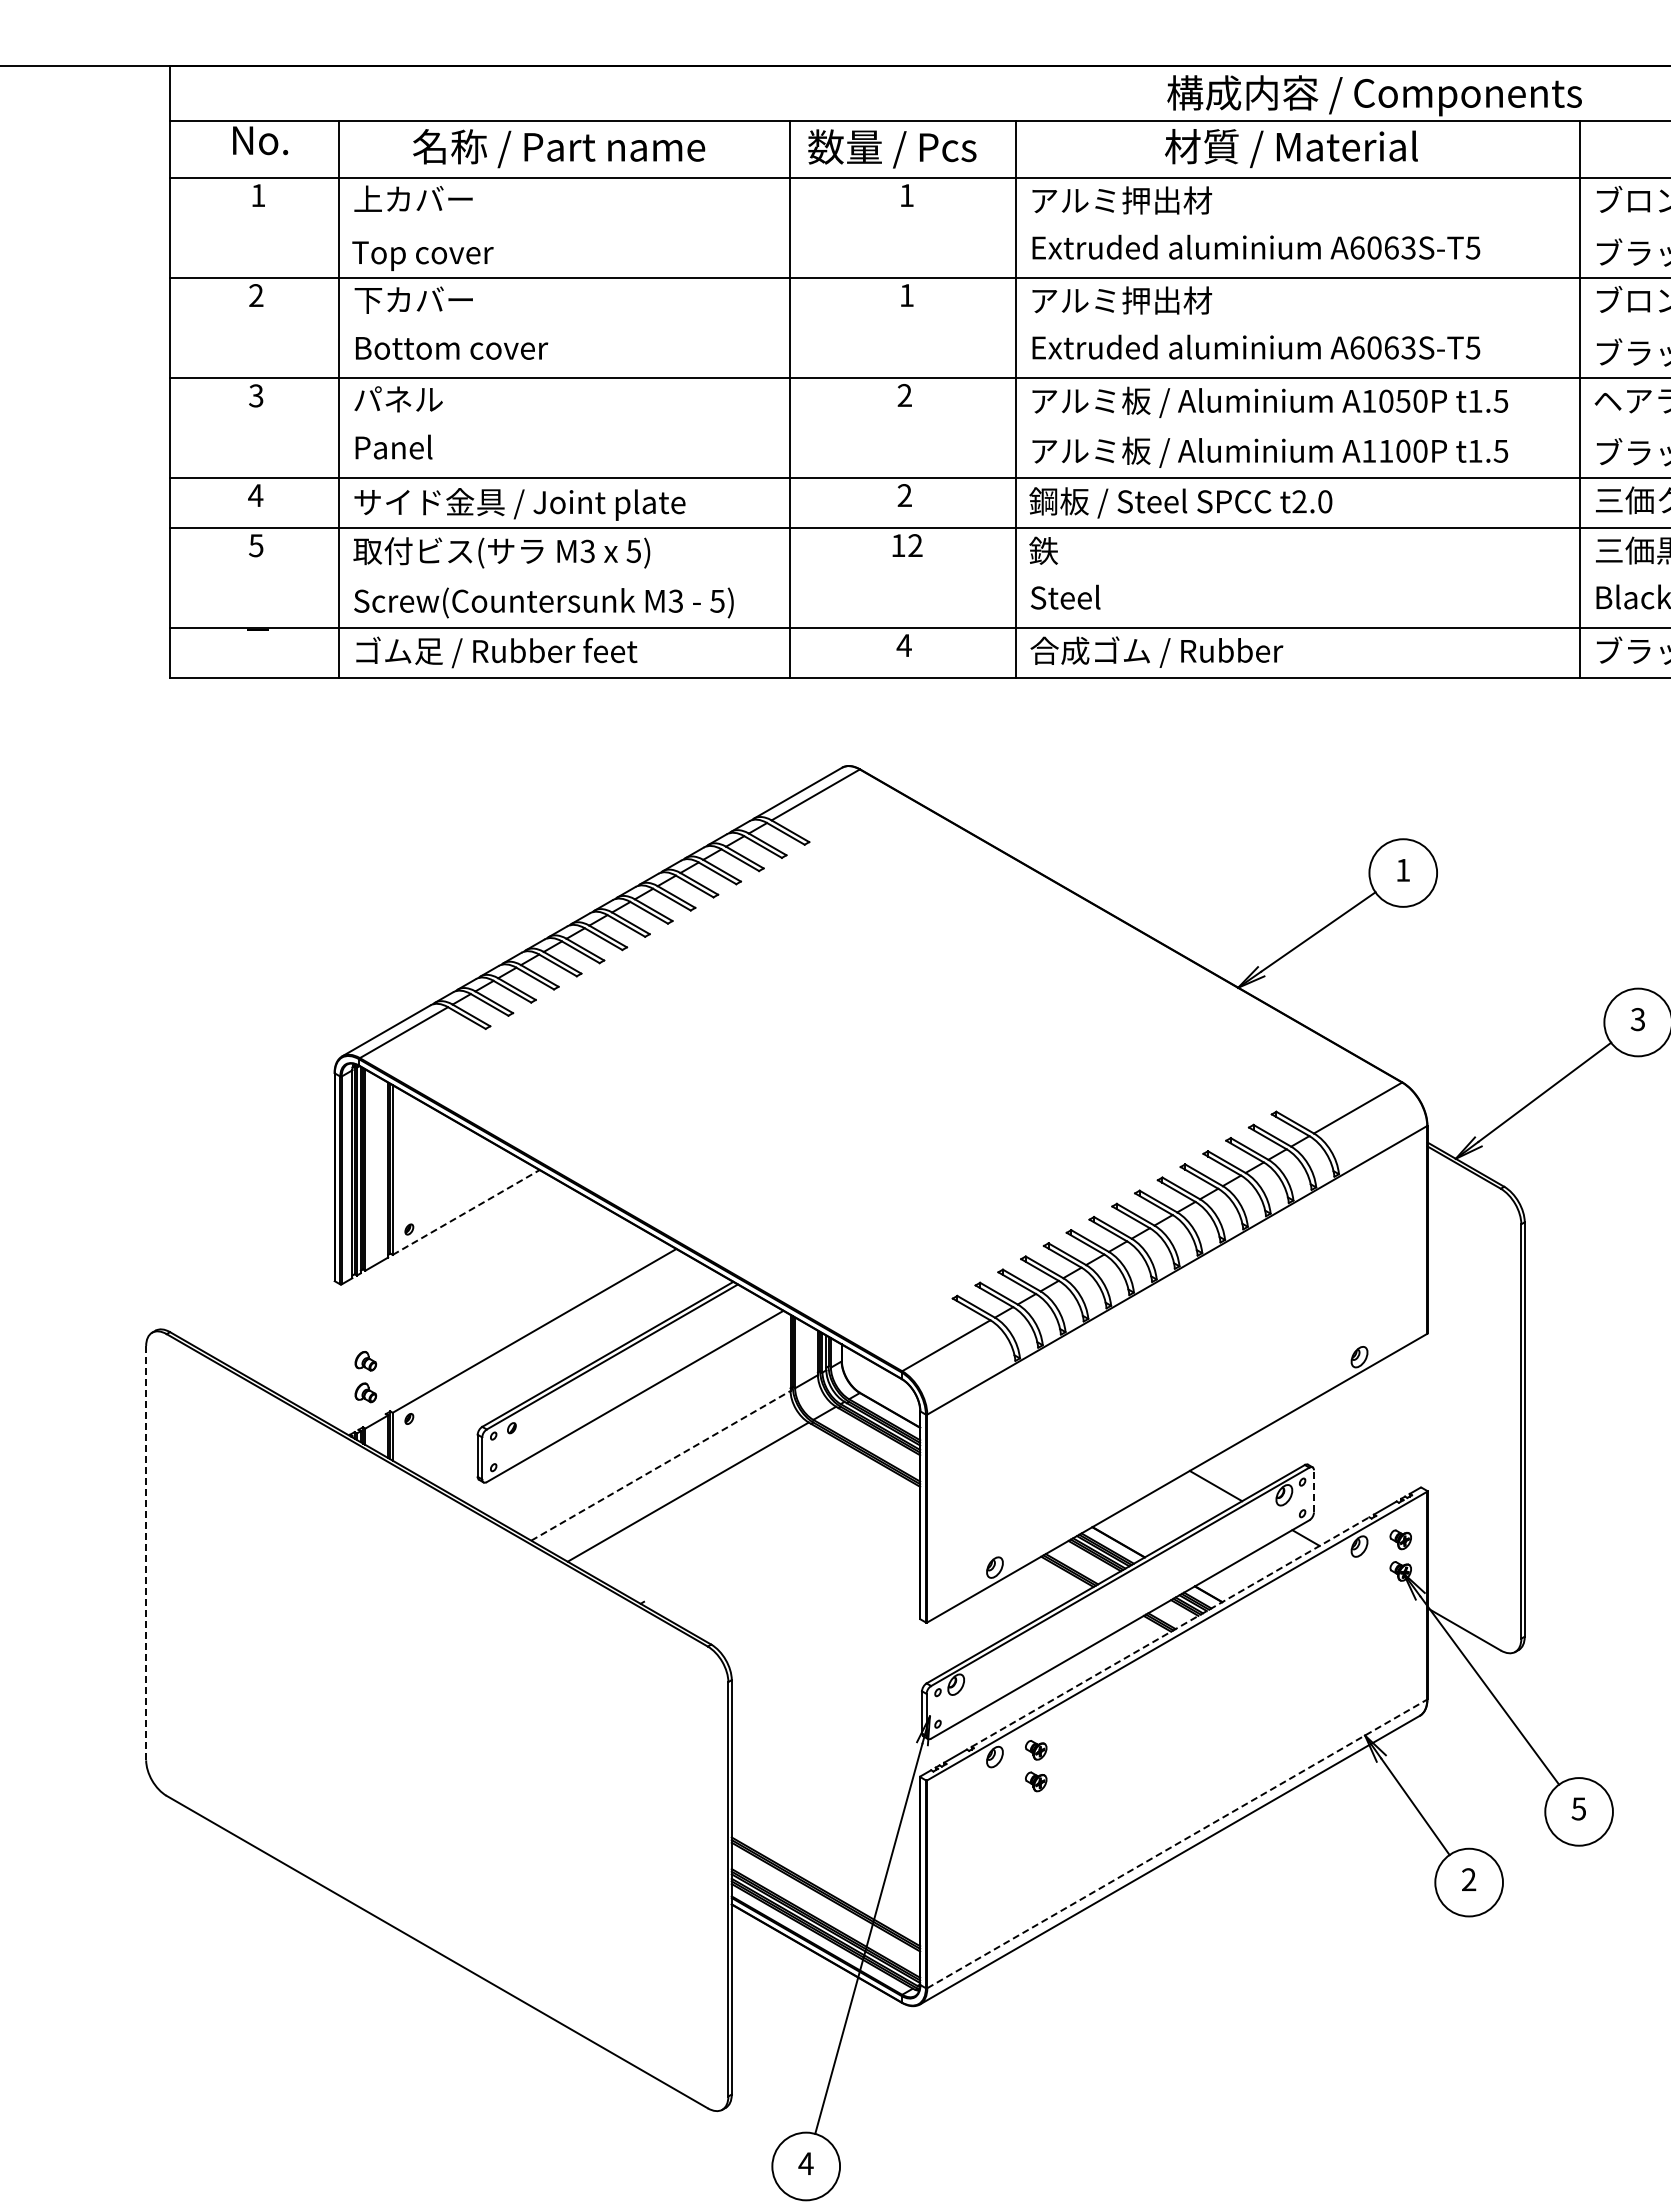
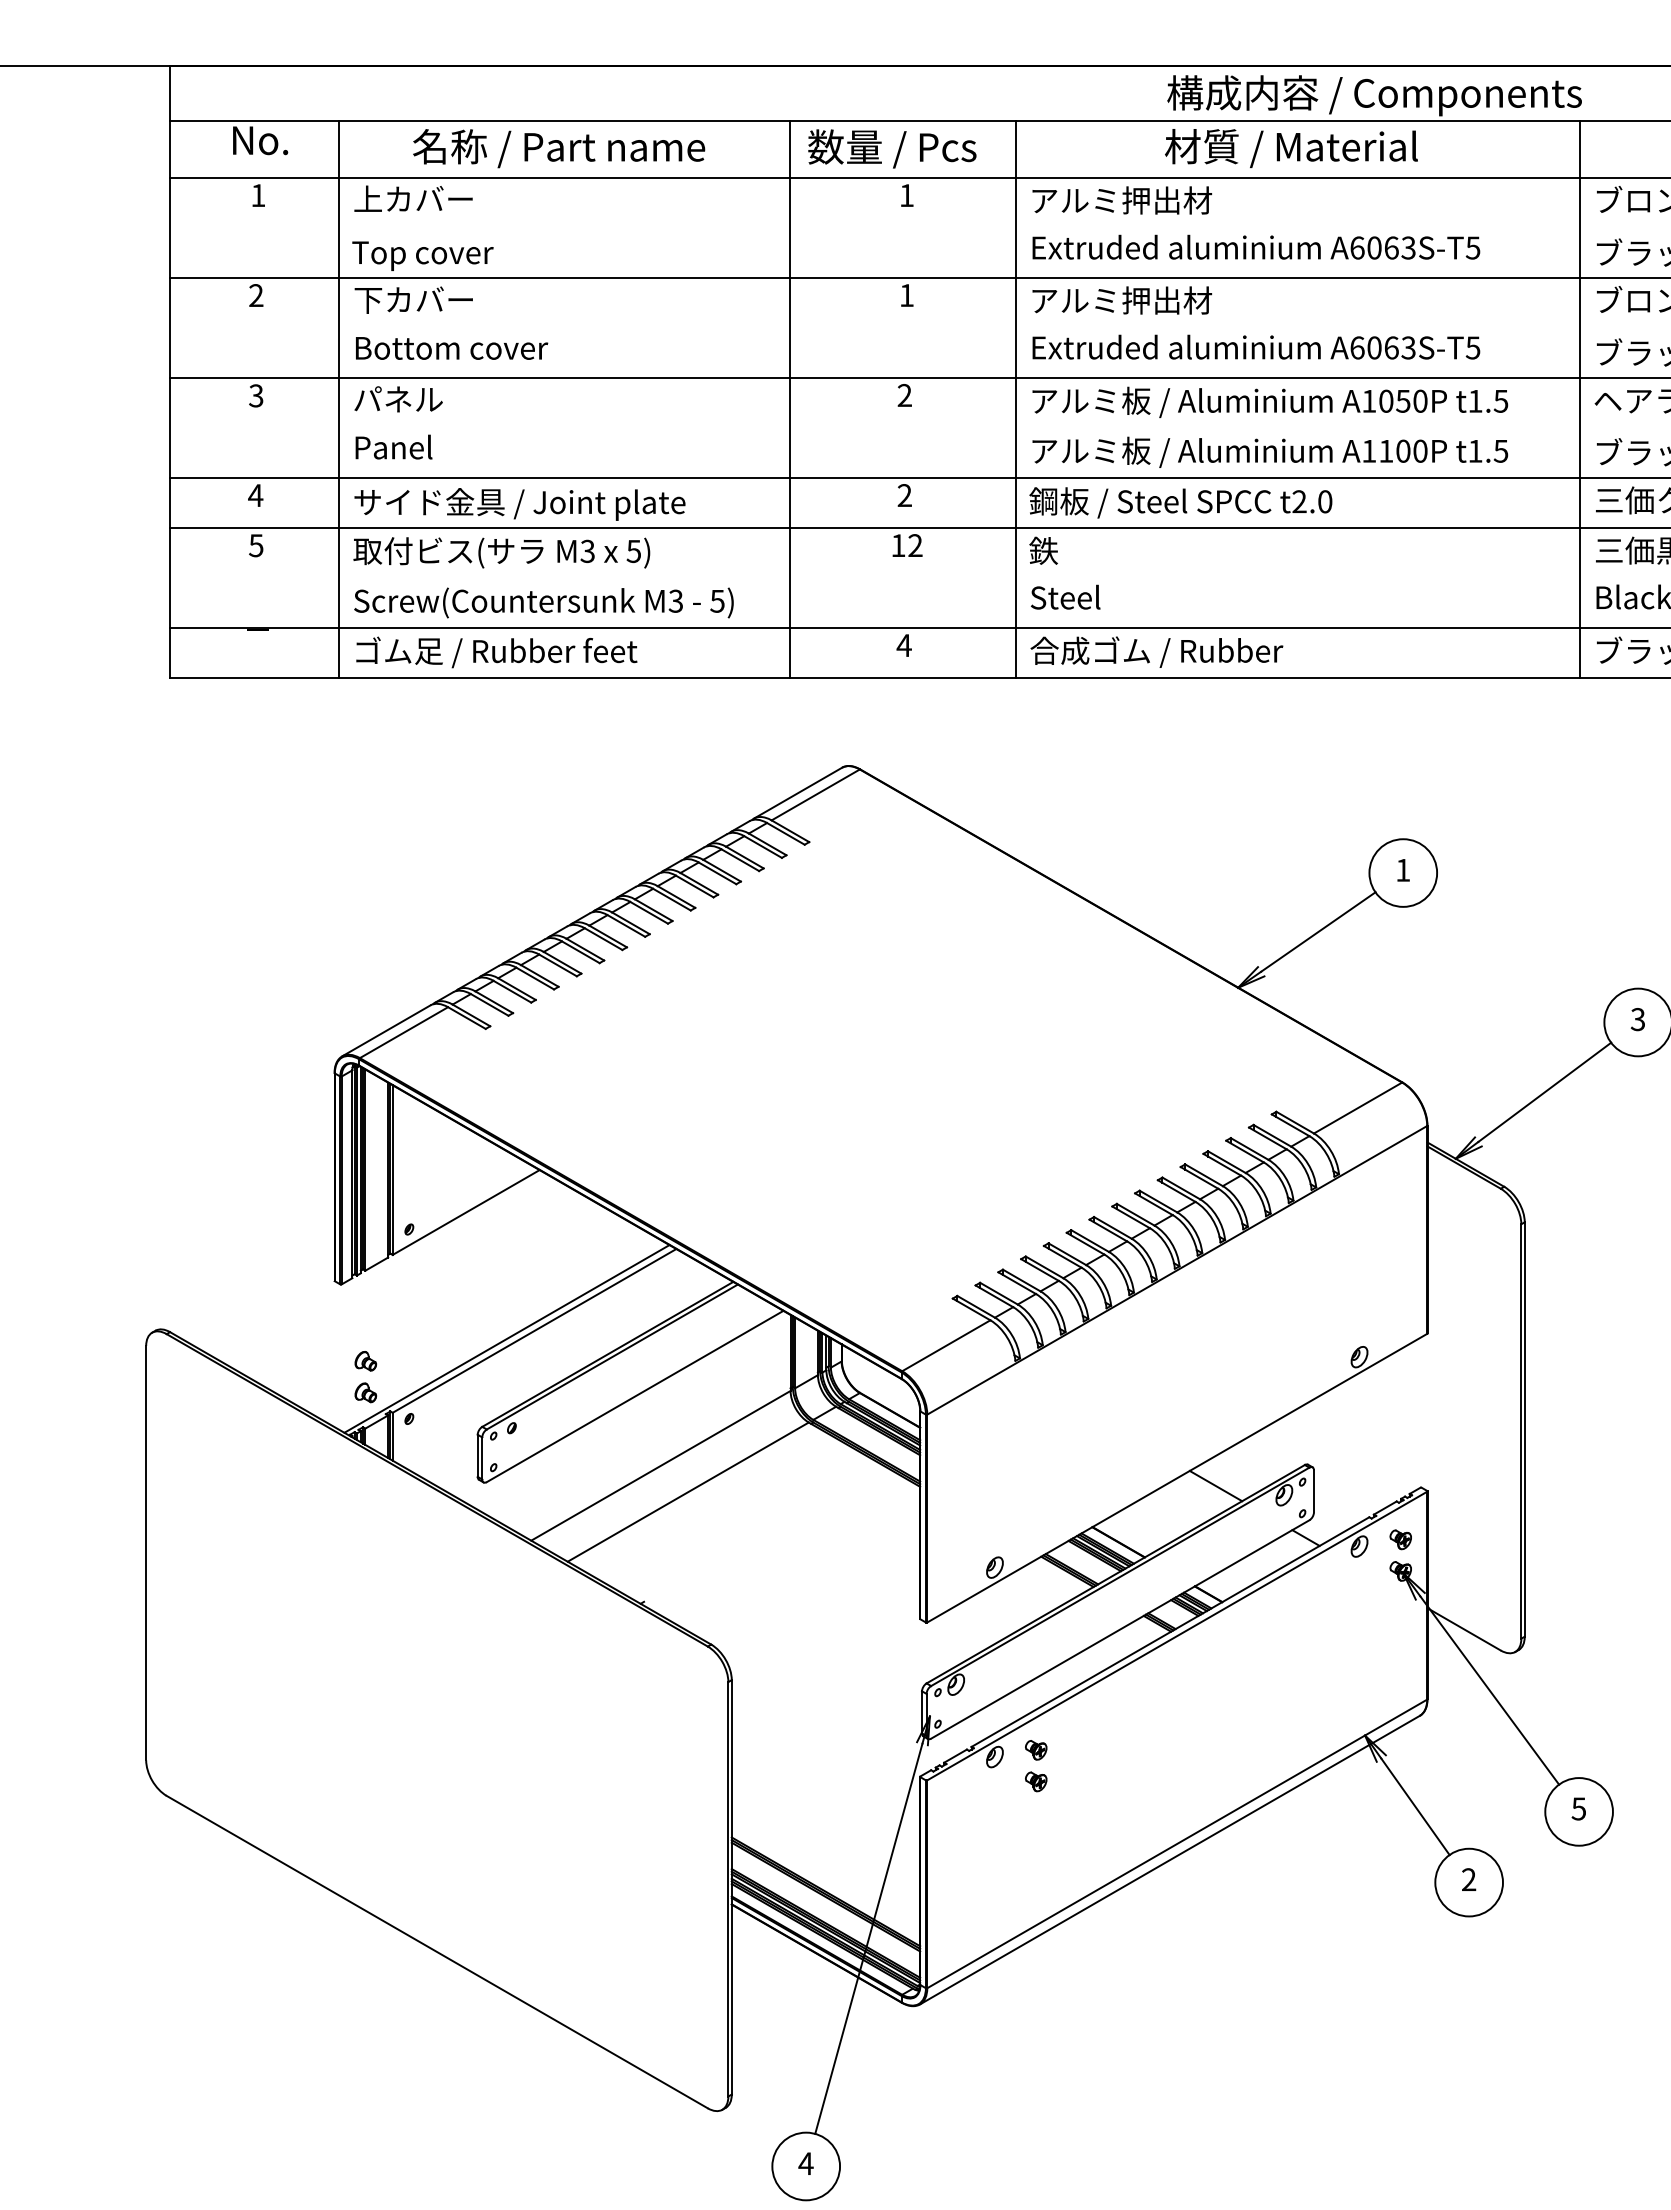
line at (466, 1212): dashed -> solid
line at (506, 1338): none -> present
line at (660, 1465): dashed -> solid
line at (1313, 1490): dashed -> solid
line at (146, 1553): dashed -> solid
line at (1170, 1632): dashed -> solid
line at (1177, 1843): dashed -> solid
